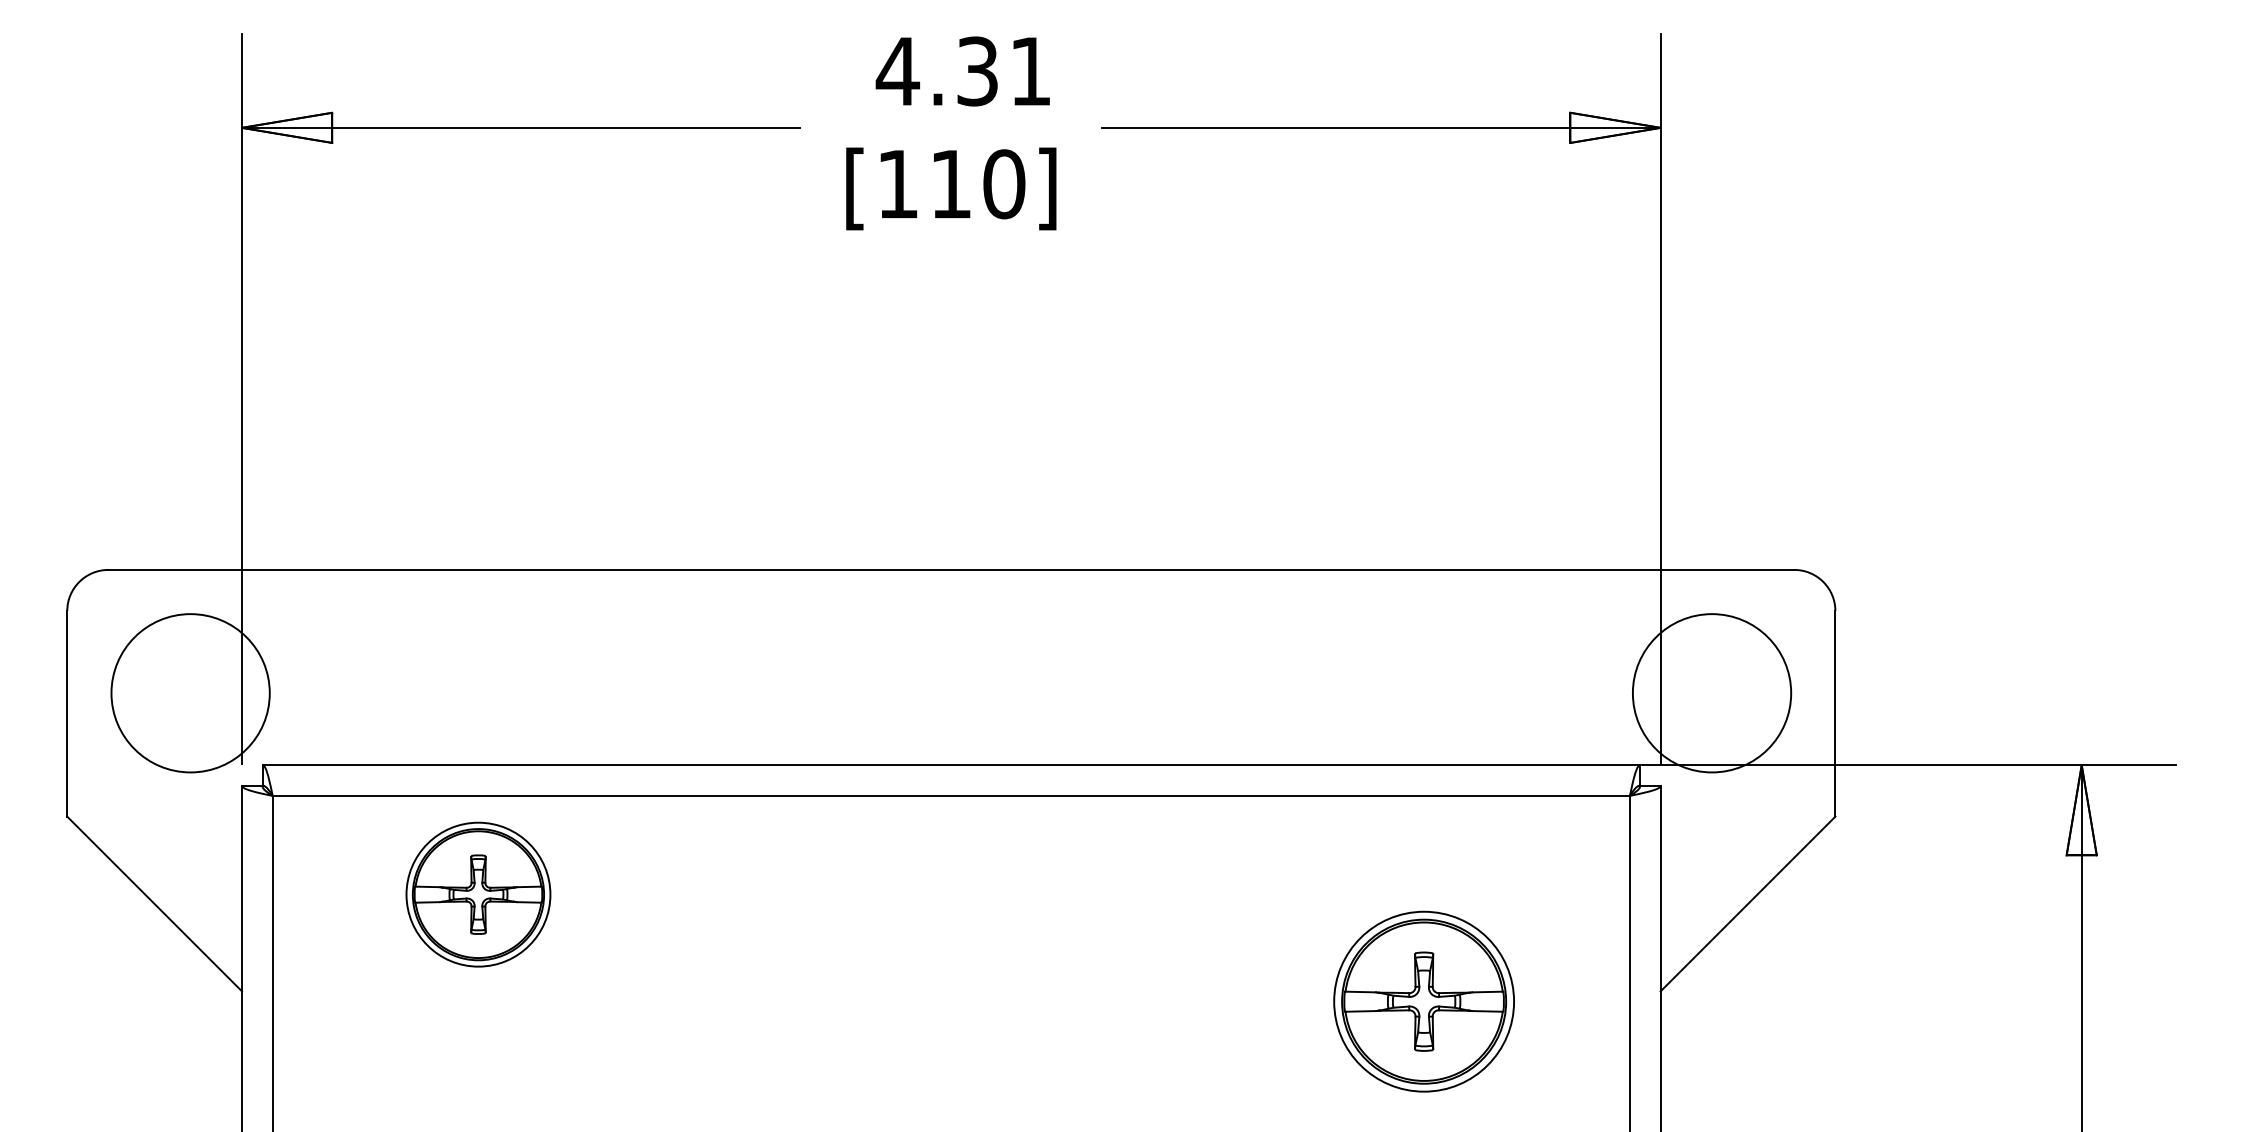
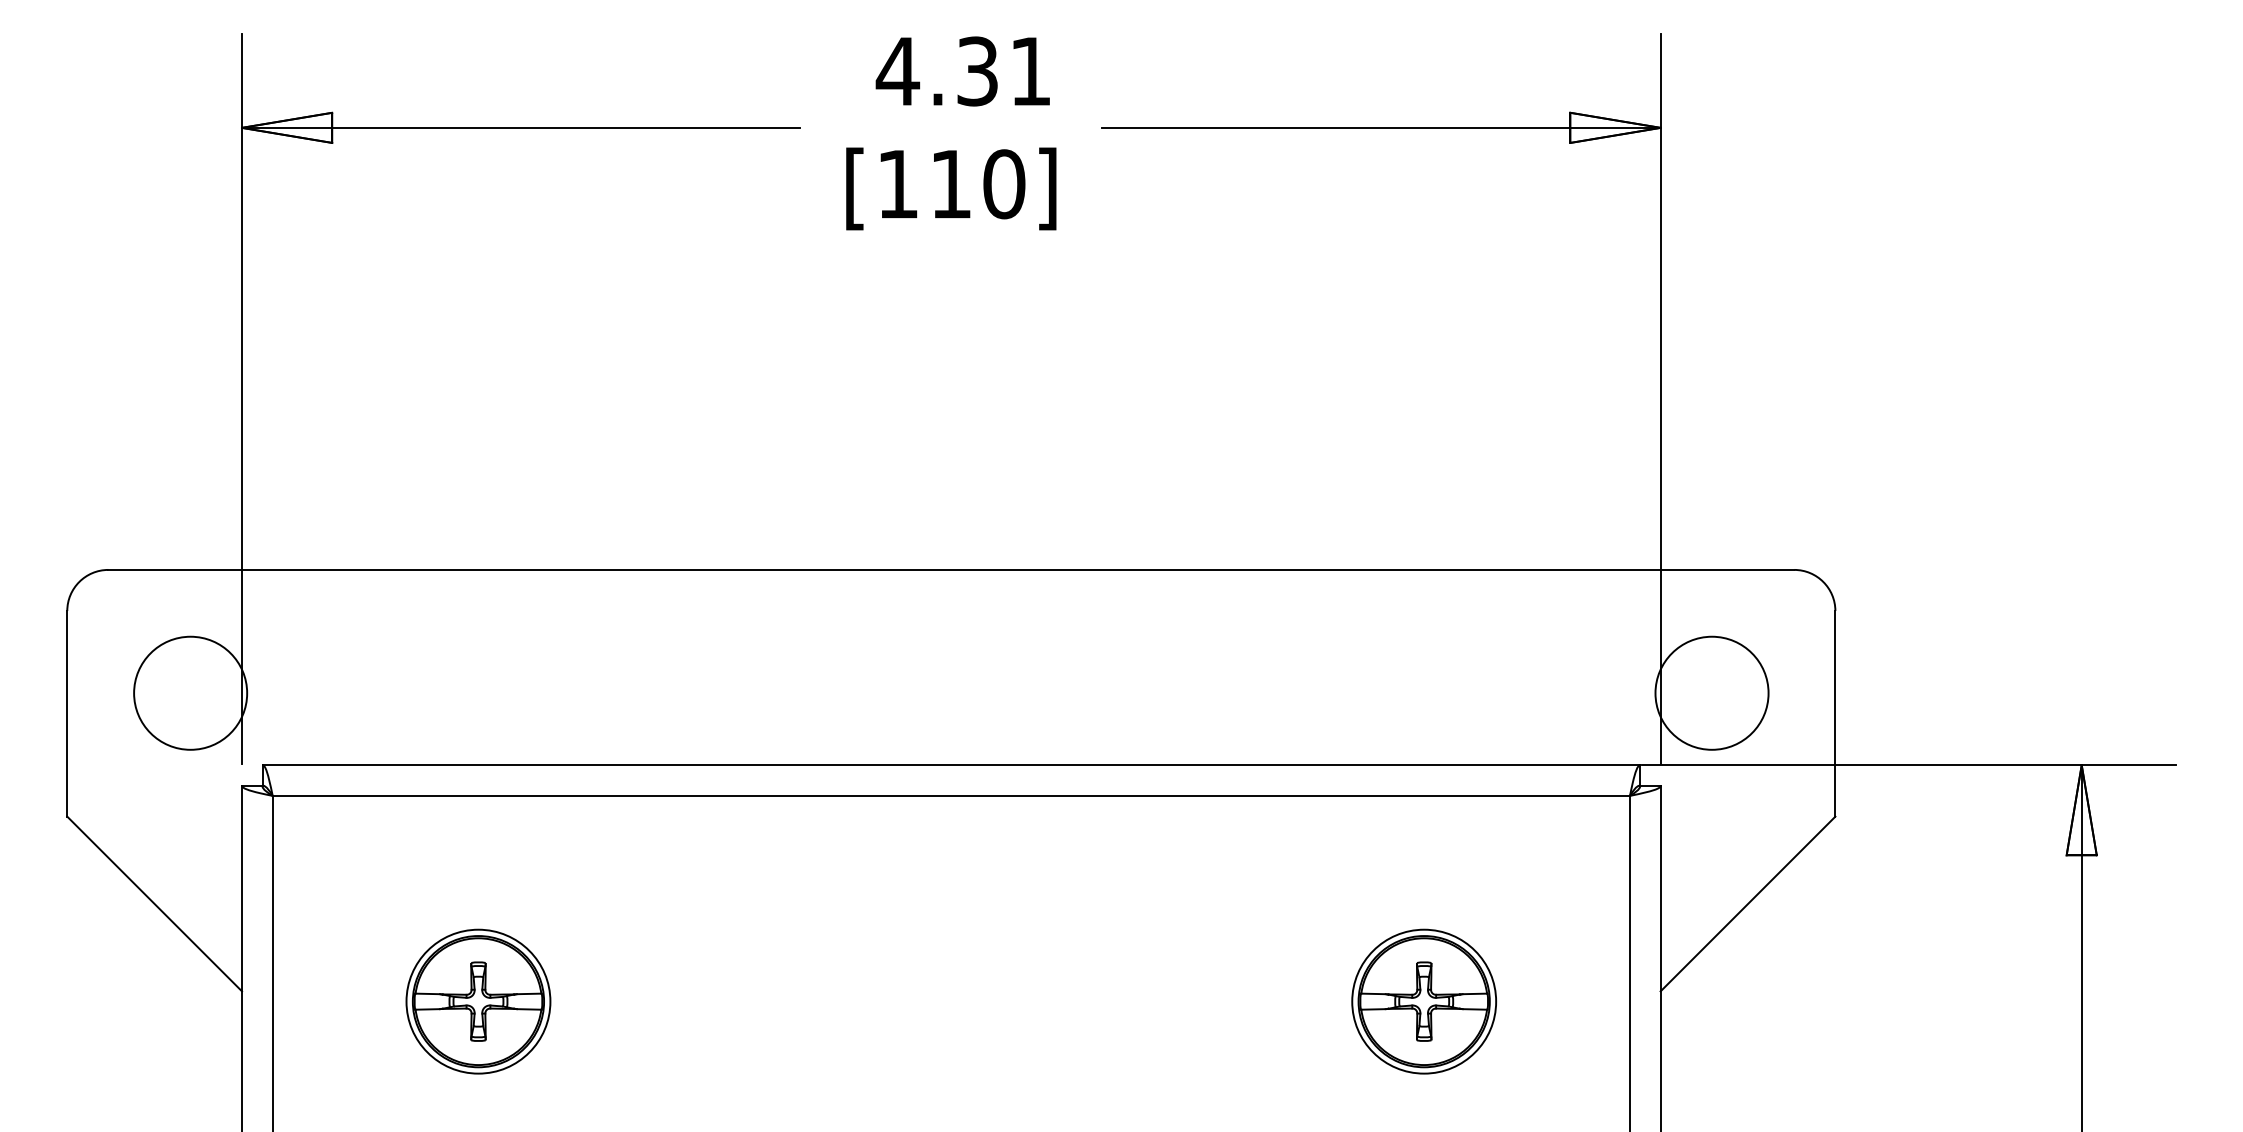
circle at (190, 693) diameter: 158 px -> 113 px
circle at (1711, 693) diameter: 158 px -> 113 px
part at (478, 894) position: (478, 894) -> (478, 1001)
part at (1423, 1001) size: 182x183 px -> 147x147 px
